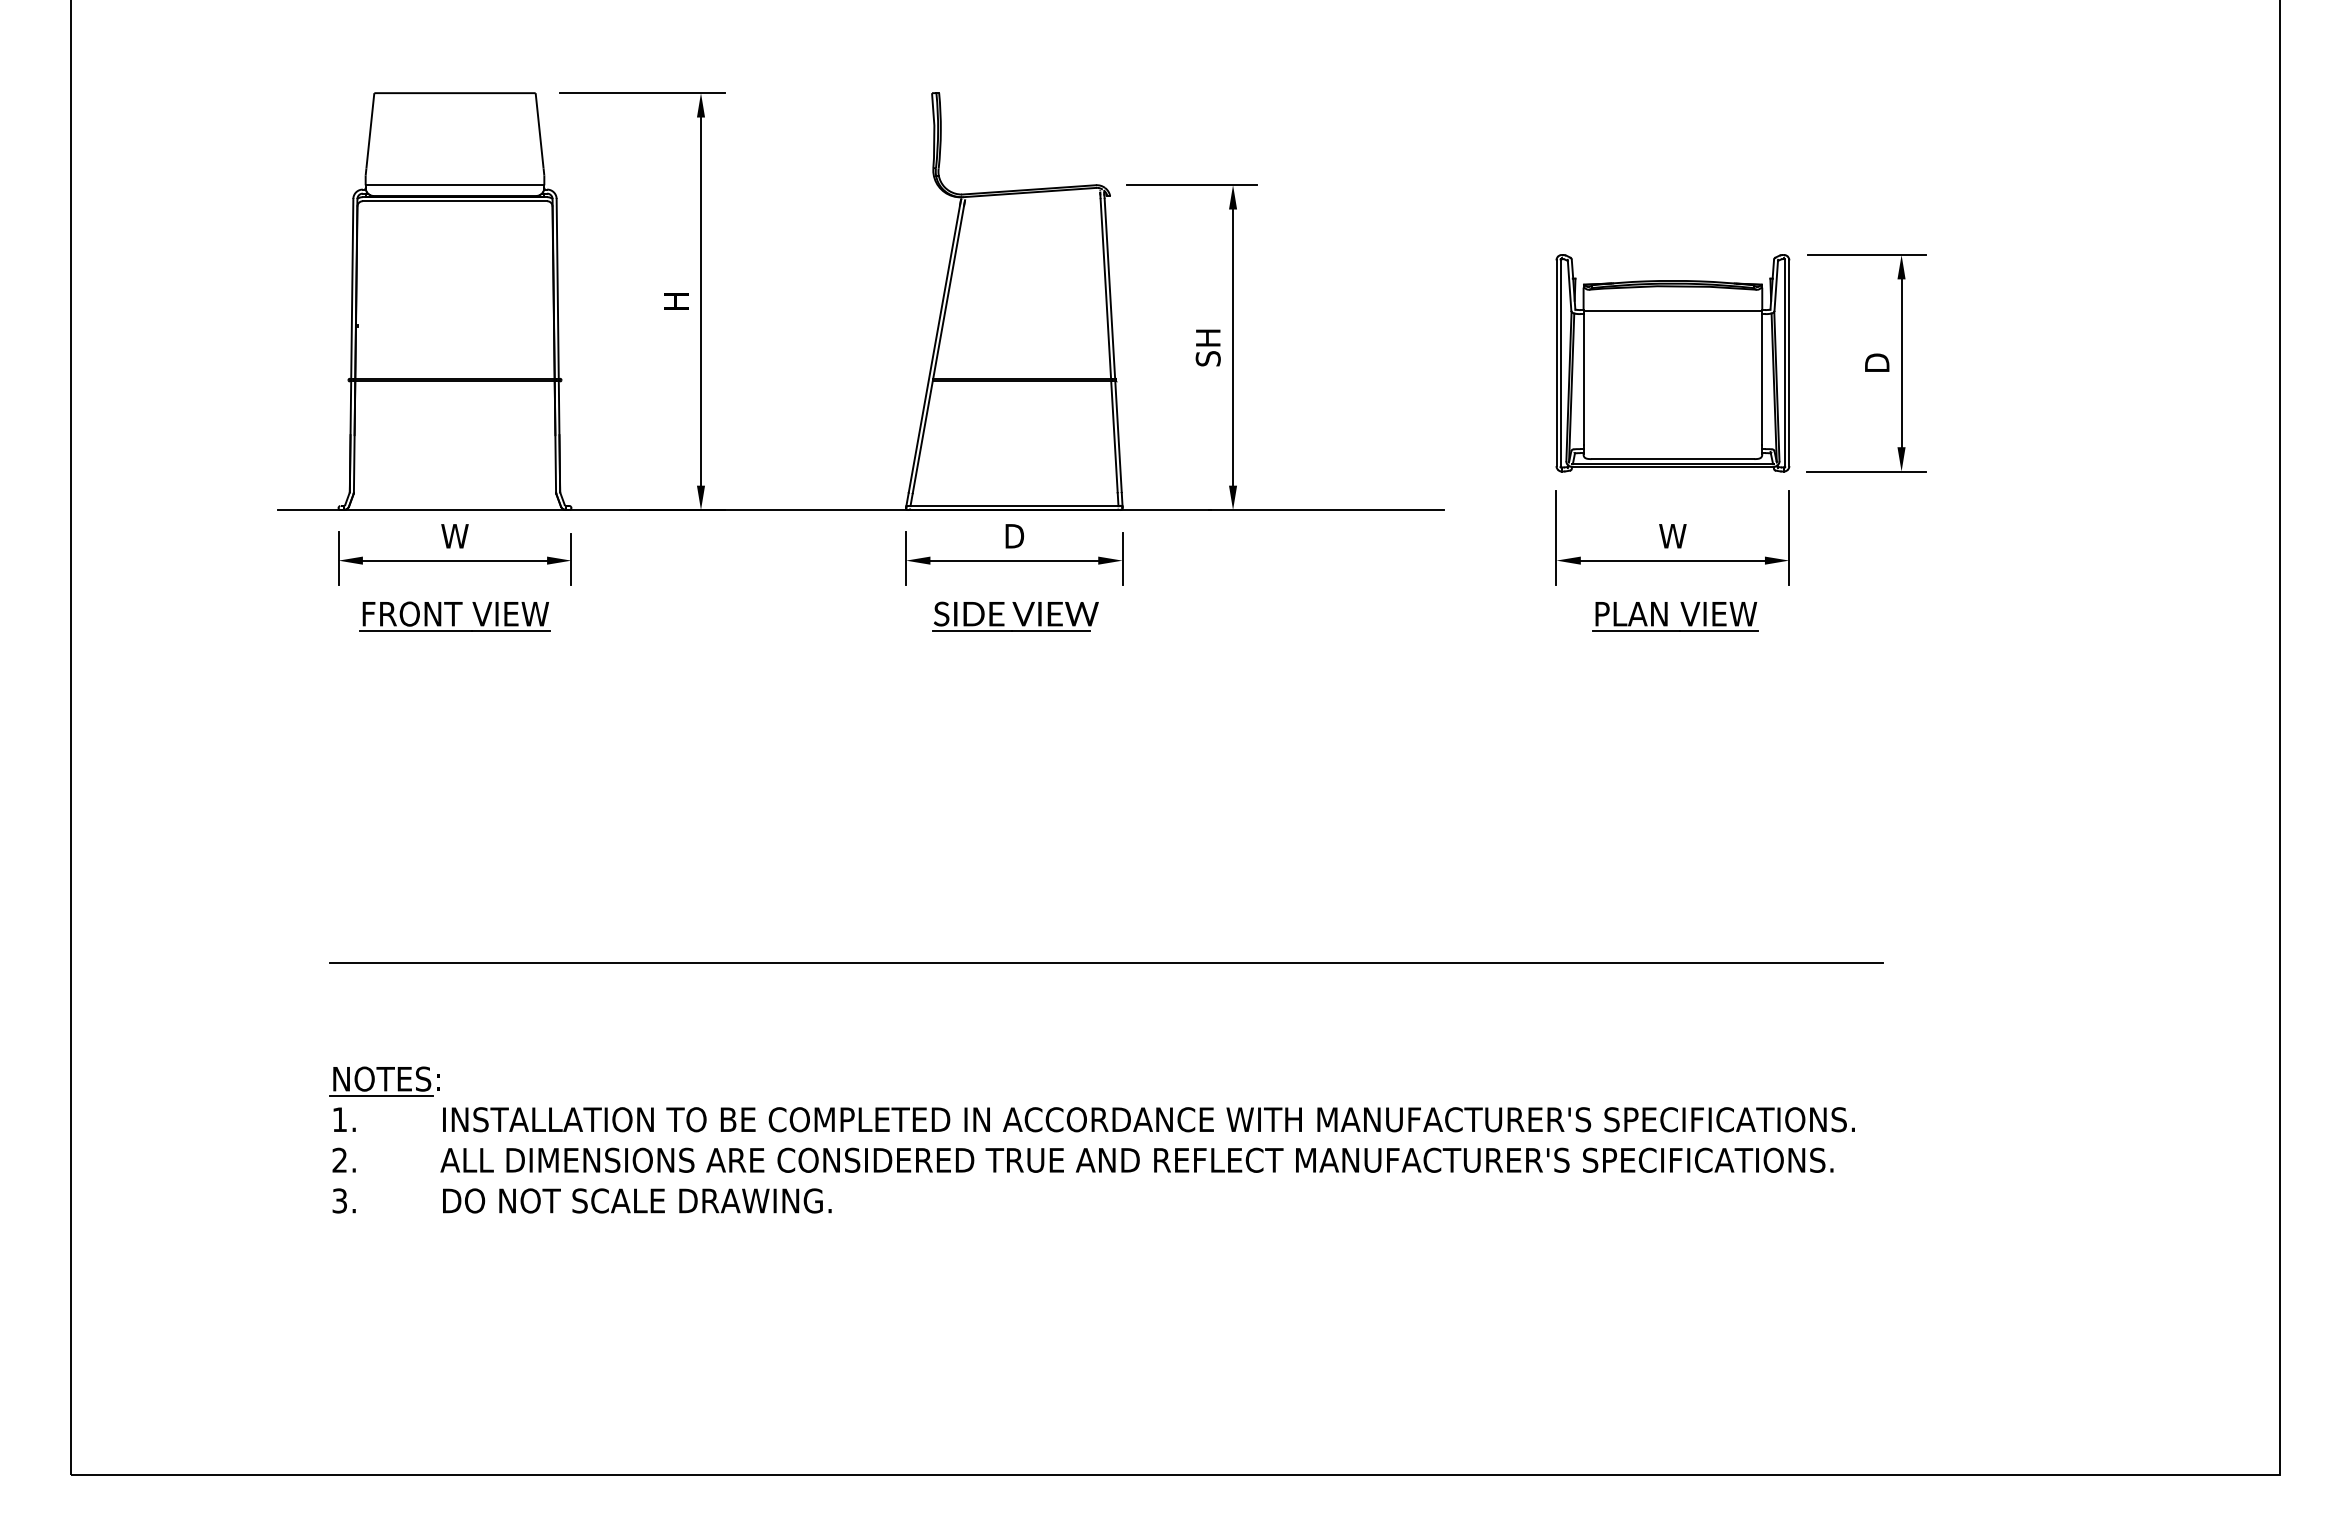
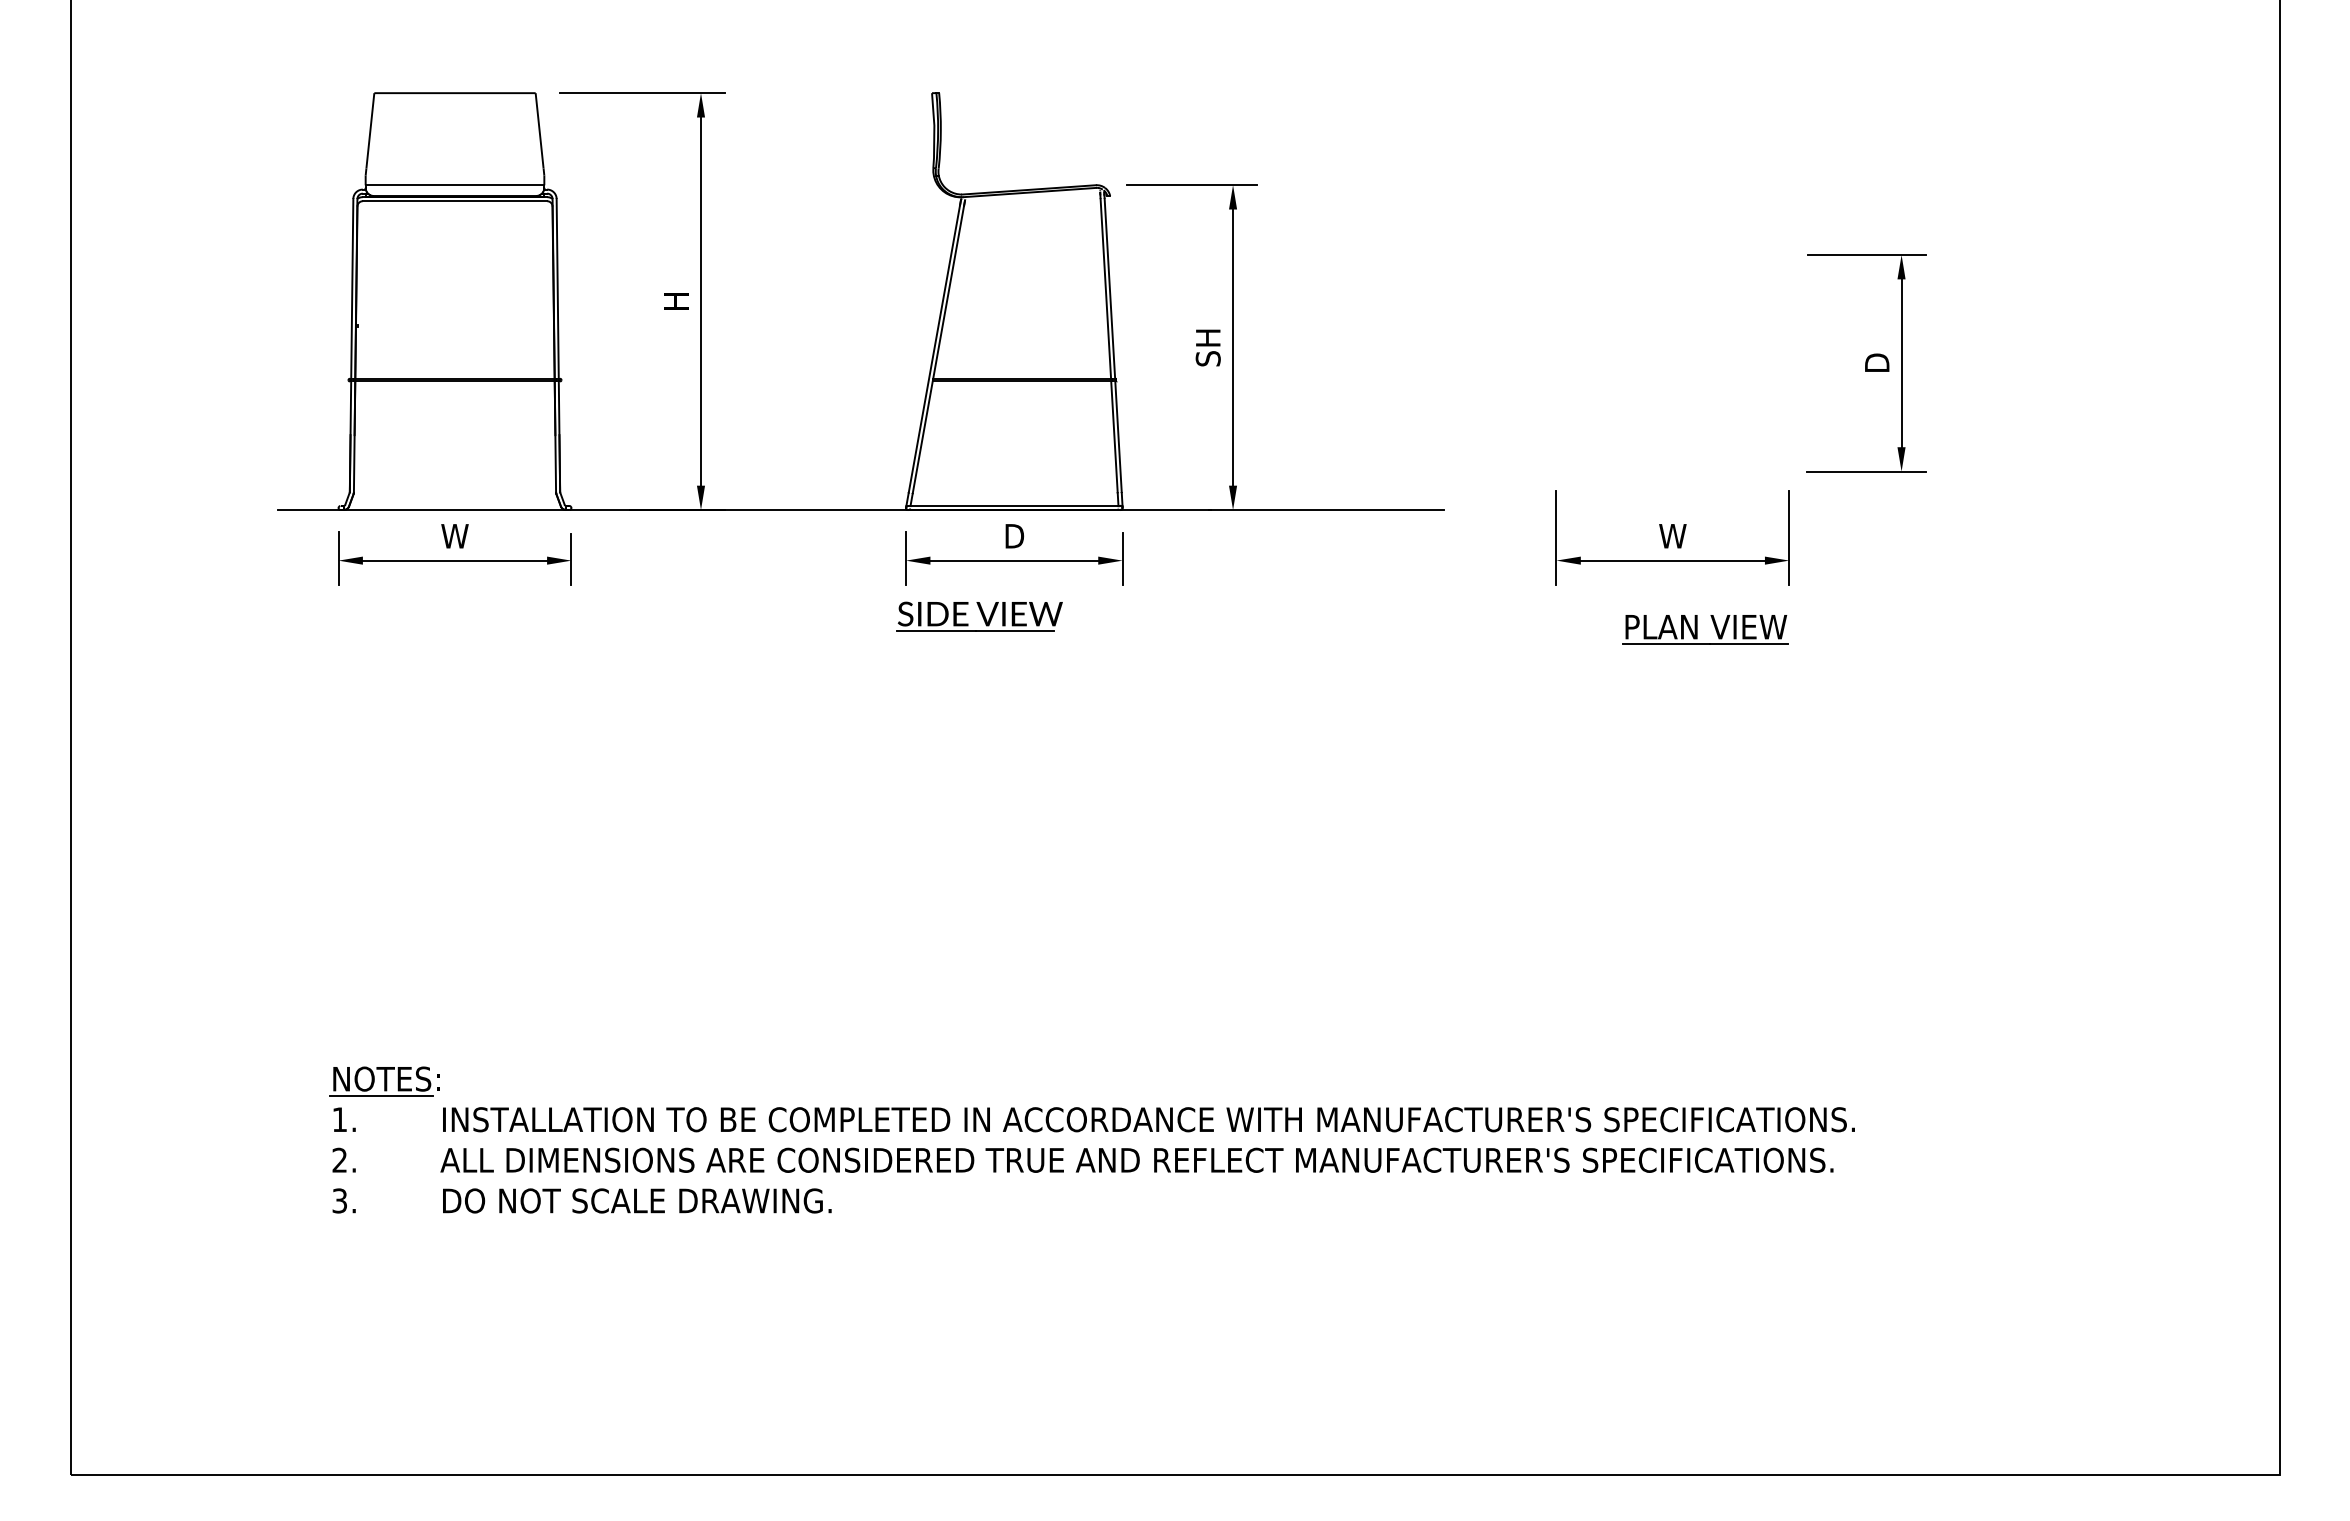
part at (1672, 363): present -> none
part at (454, 616): present -> none
part at (1015, 616) position: (1015, 616) -> (979, 616)
part at (1667, 616) position: (1667, 616) -> (1697, 629)
line at (1106, 962): present -> none
